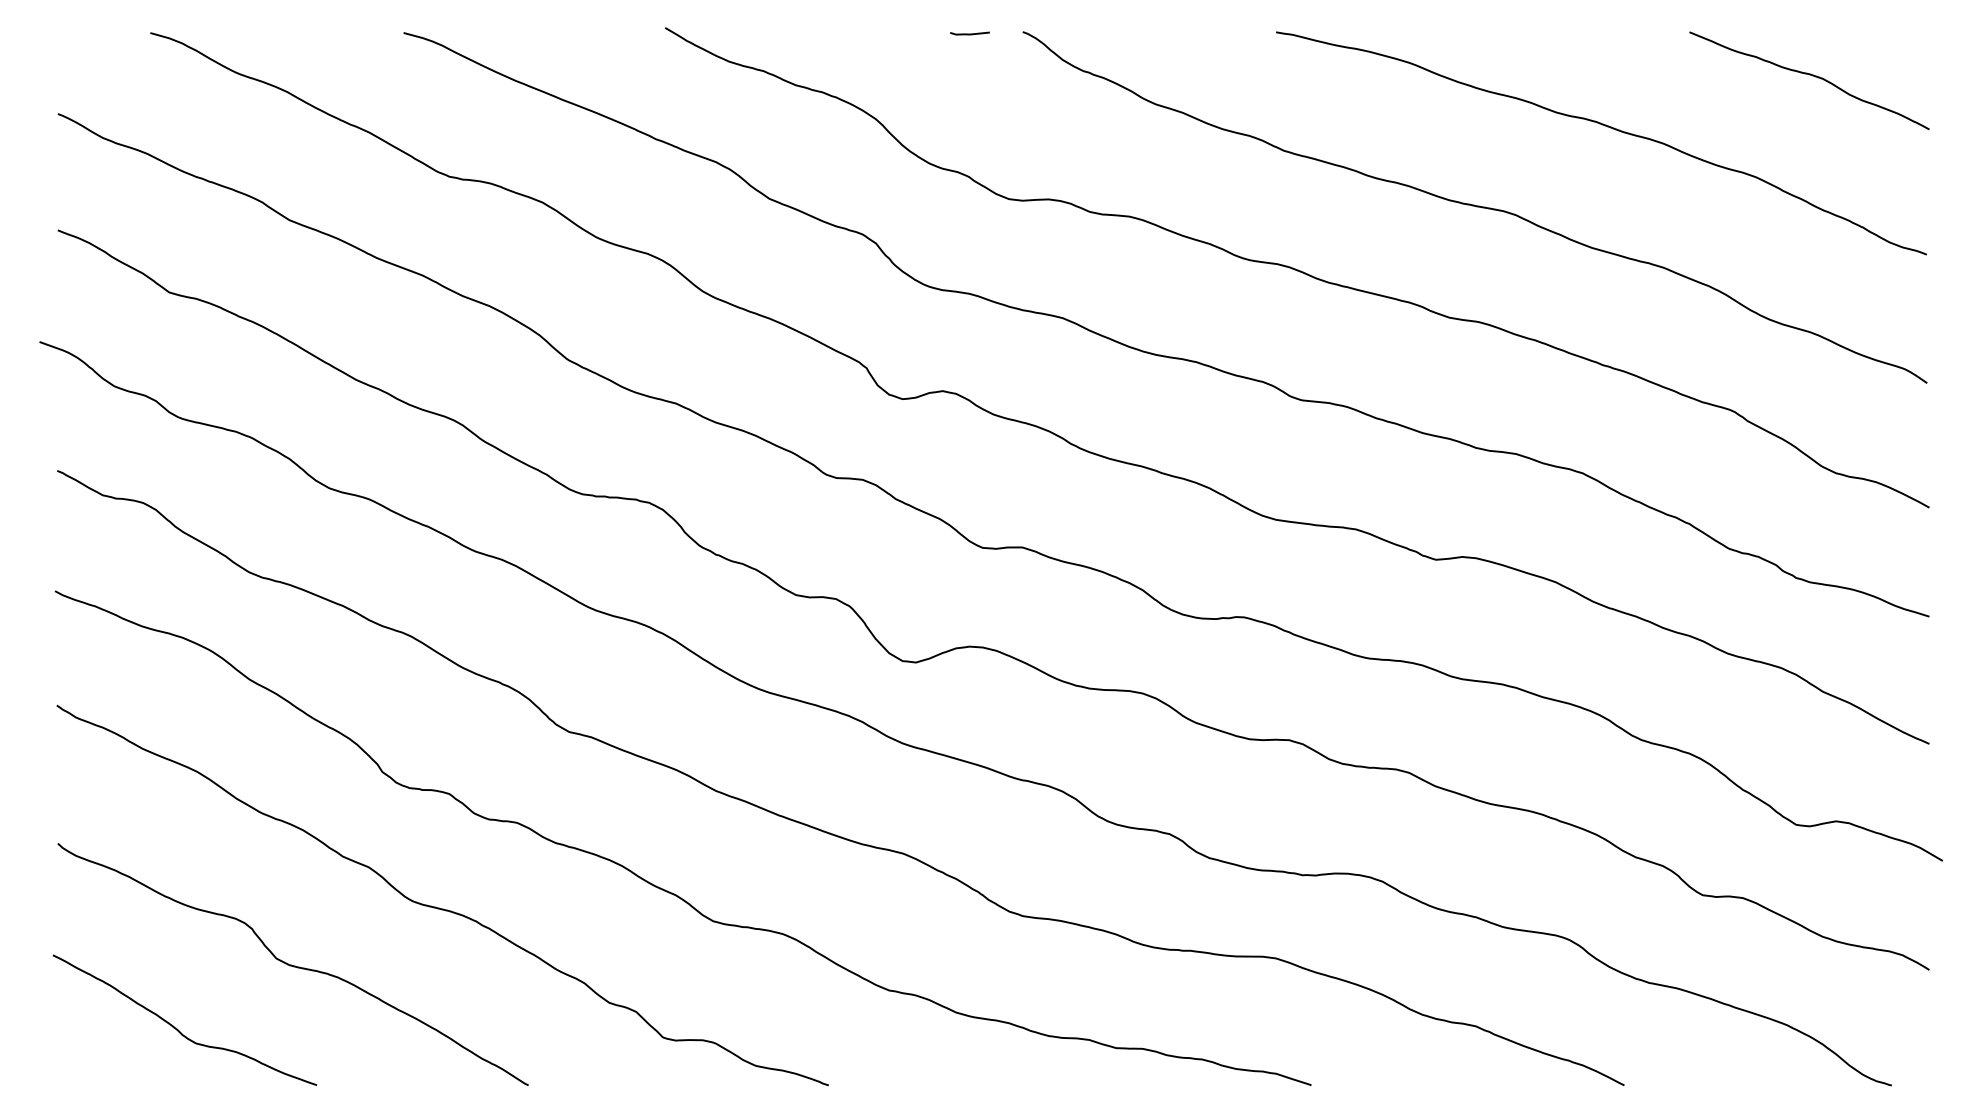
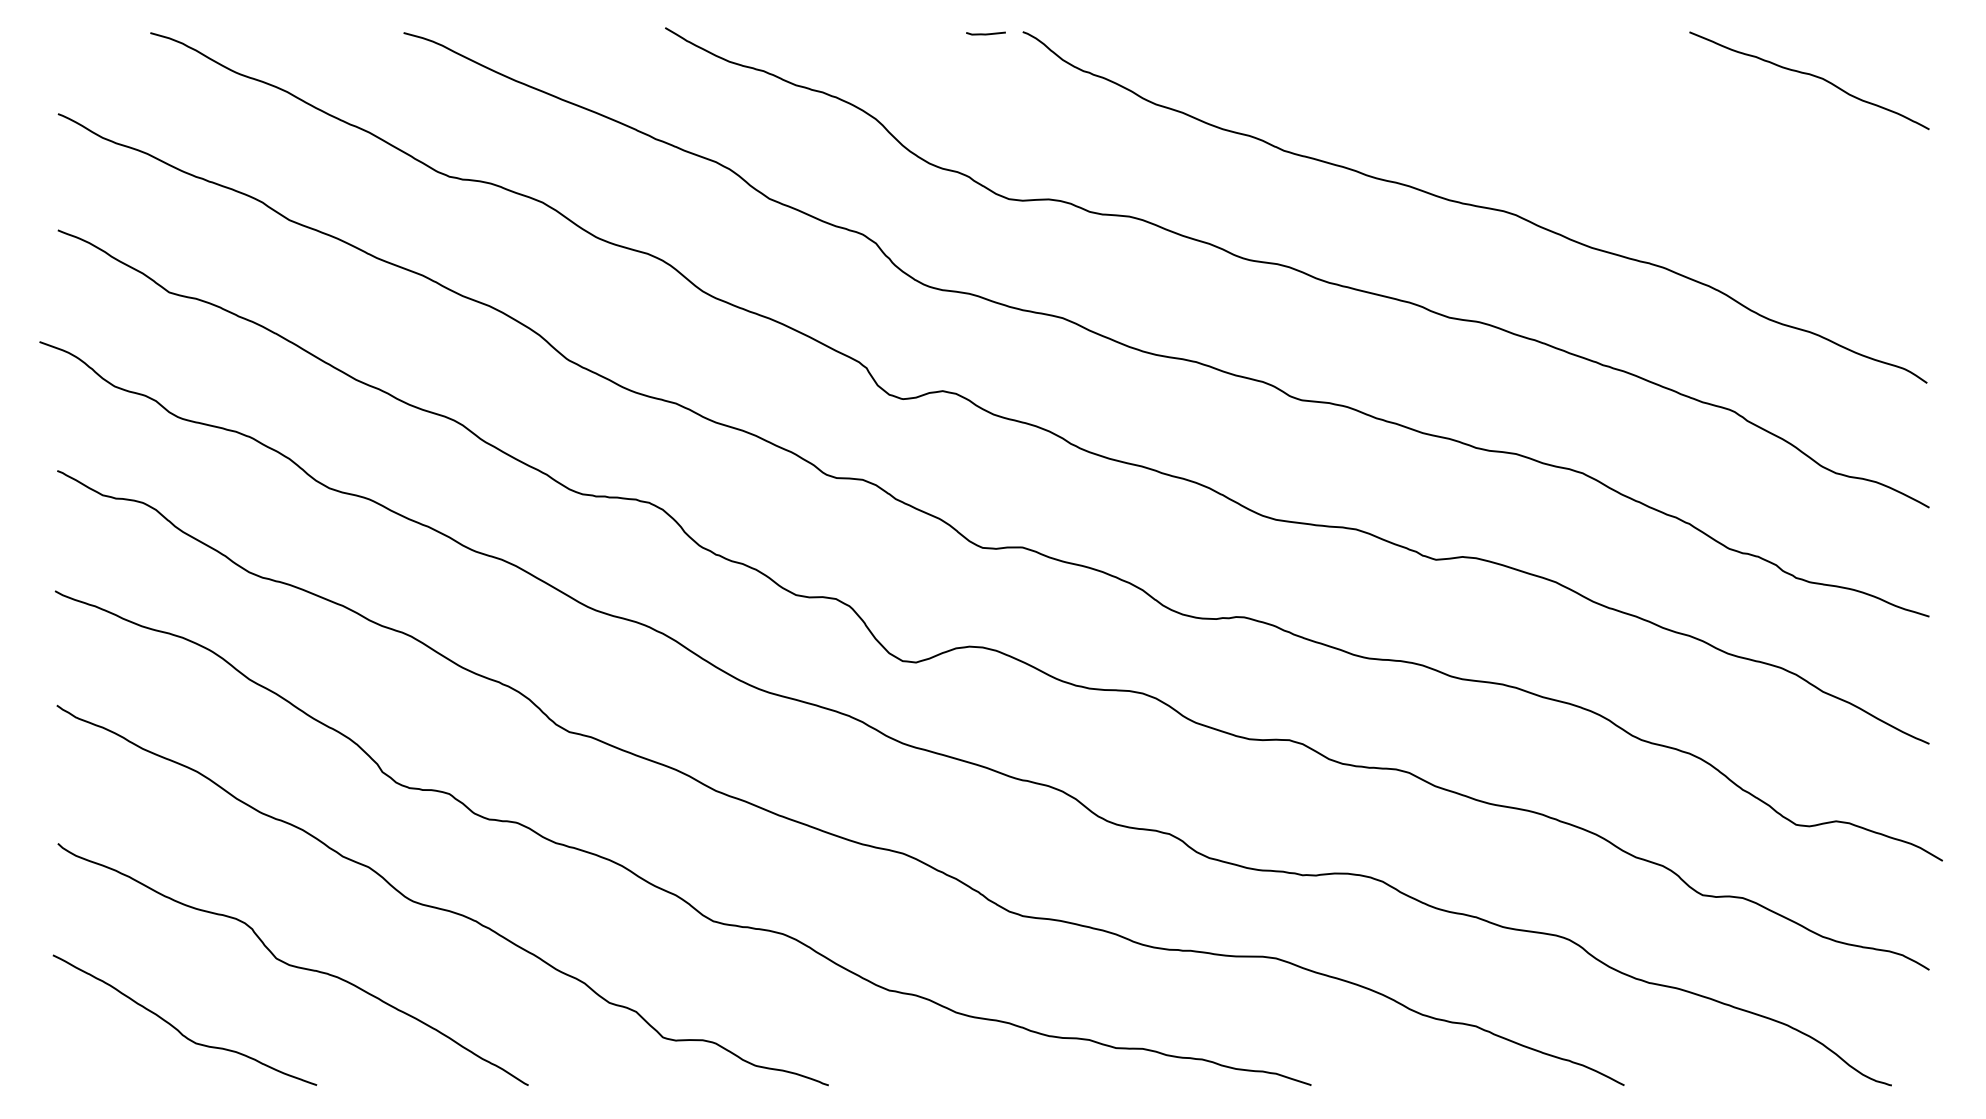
curve at (969, 33) position: (969, 33) -> (985, 33)
curve at (1607, 127): present -> none
